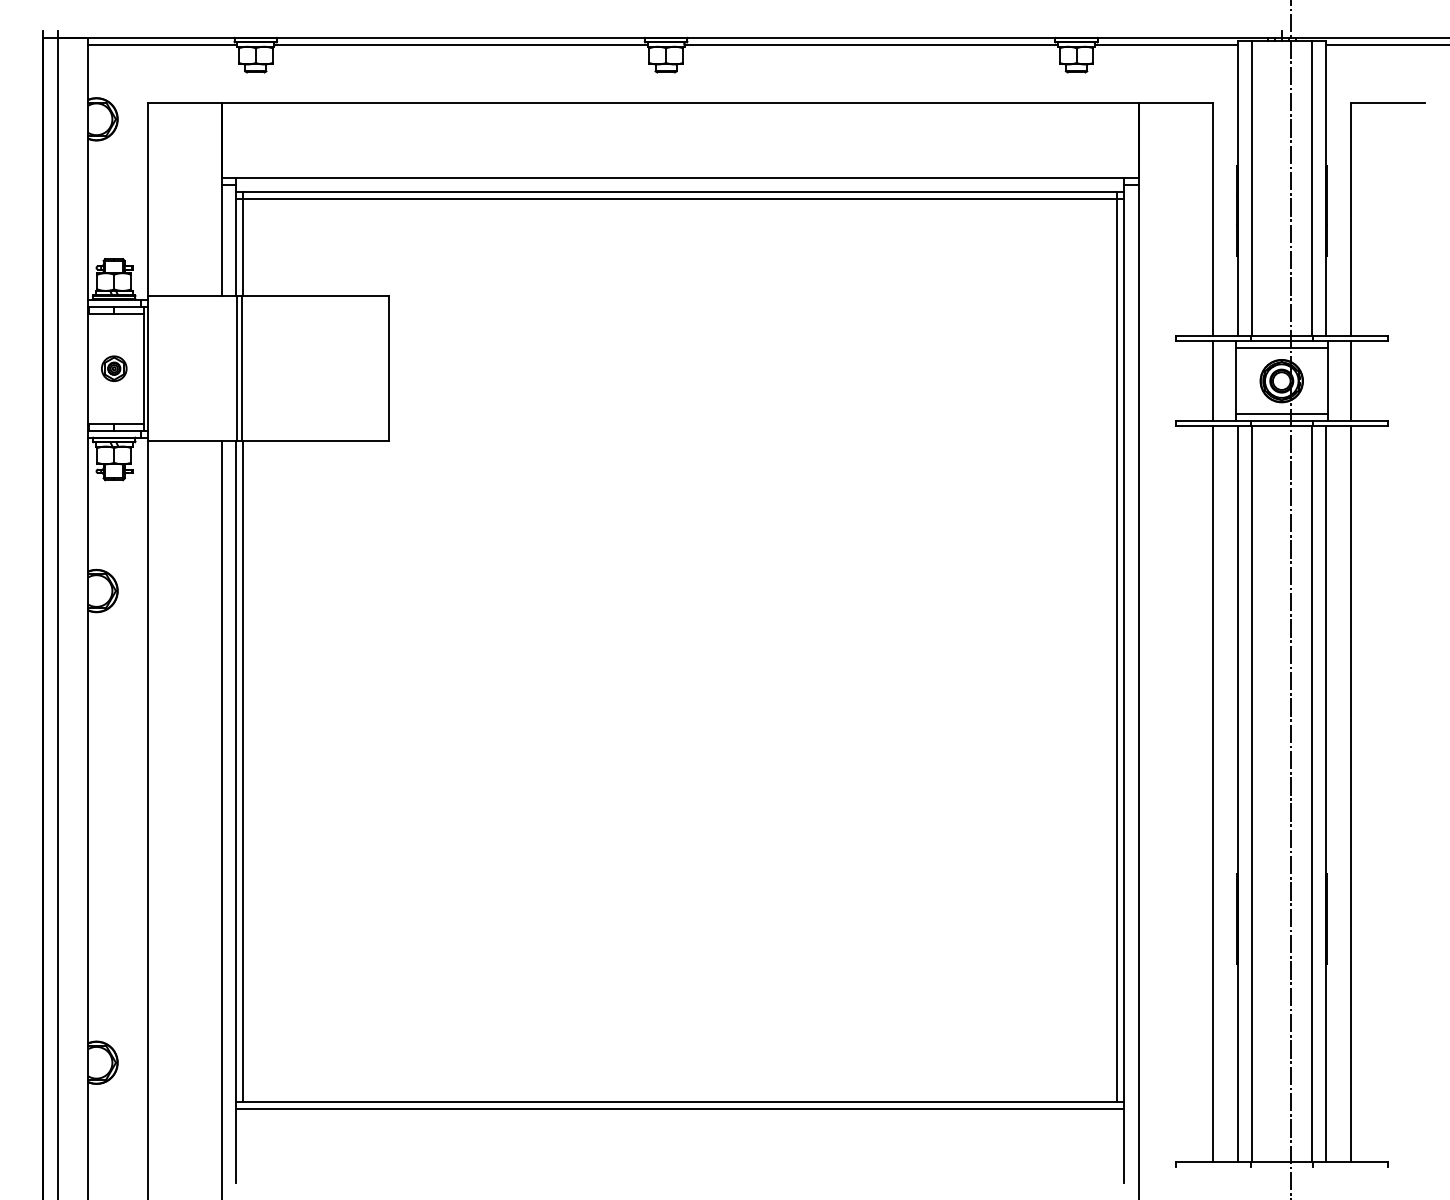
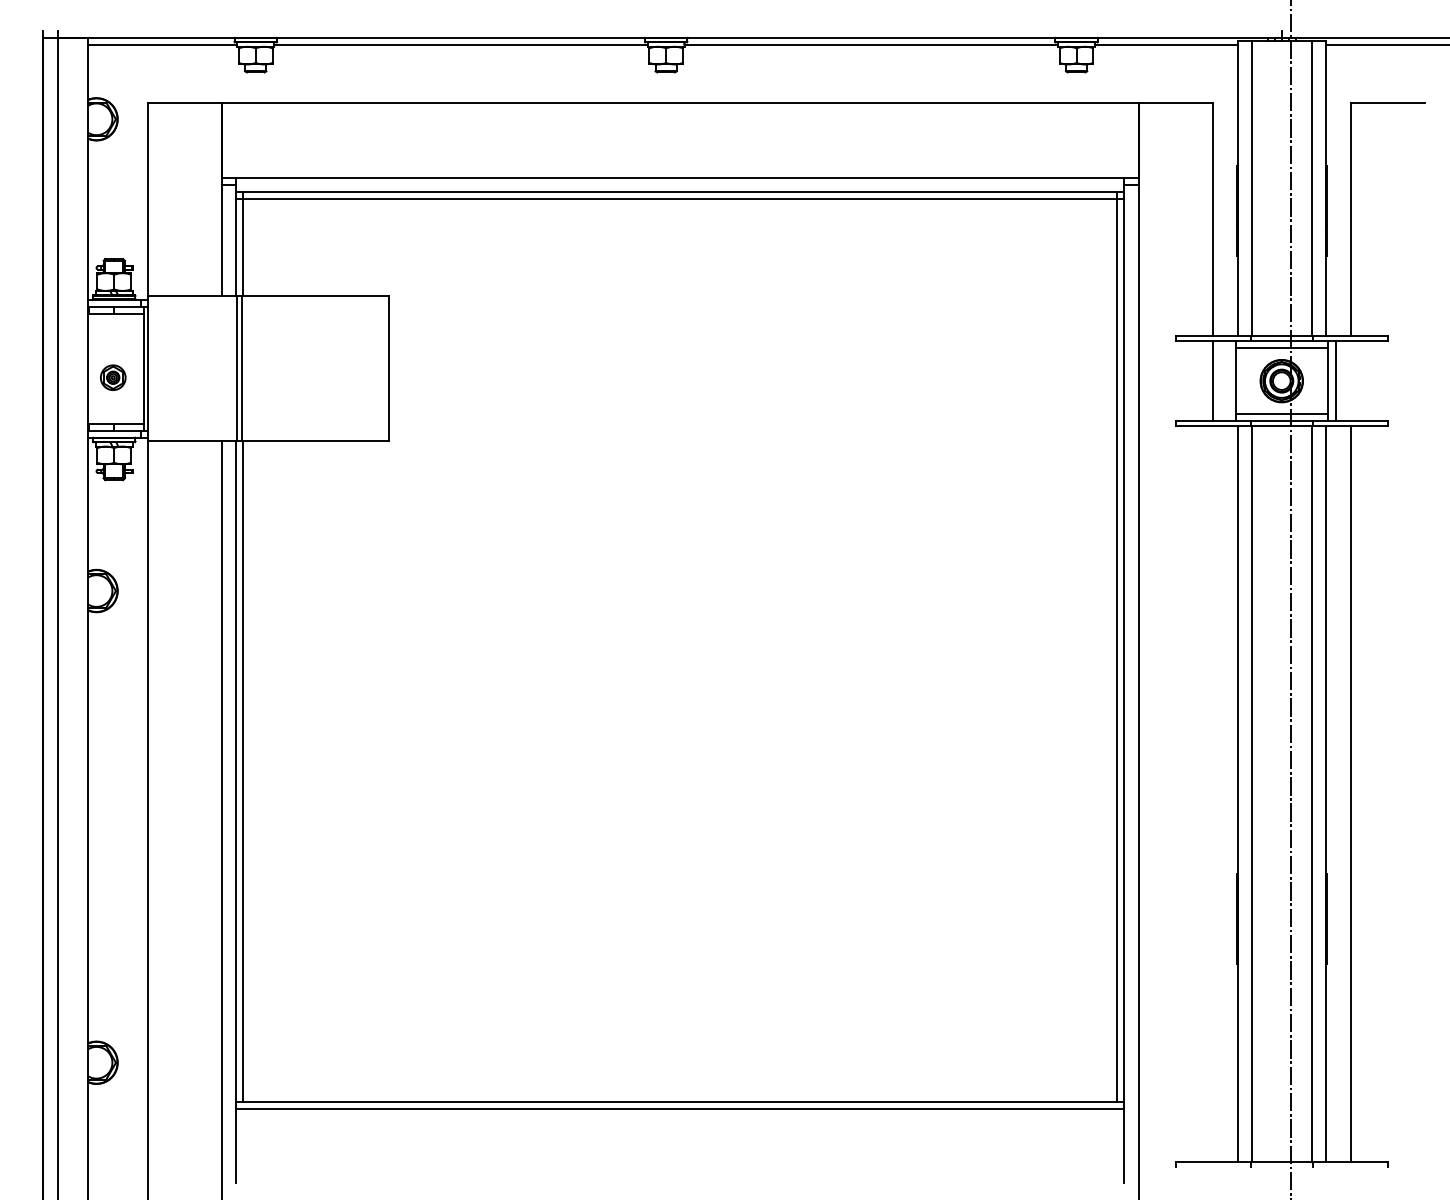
part at (114, 368) position: (114, 368) -> (113, 377)
line at (1350, 380) position: (1350, 380) -> (1335, 380)
line at (1212, 793): present -> none
